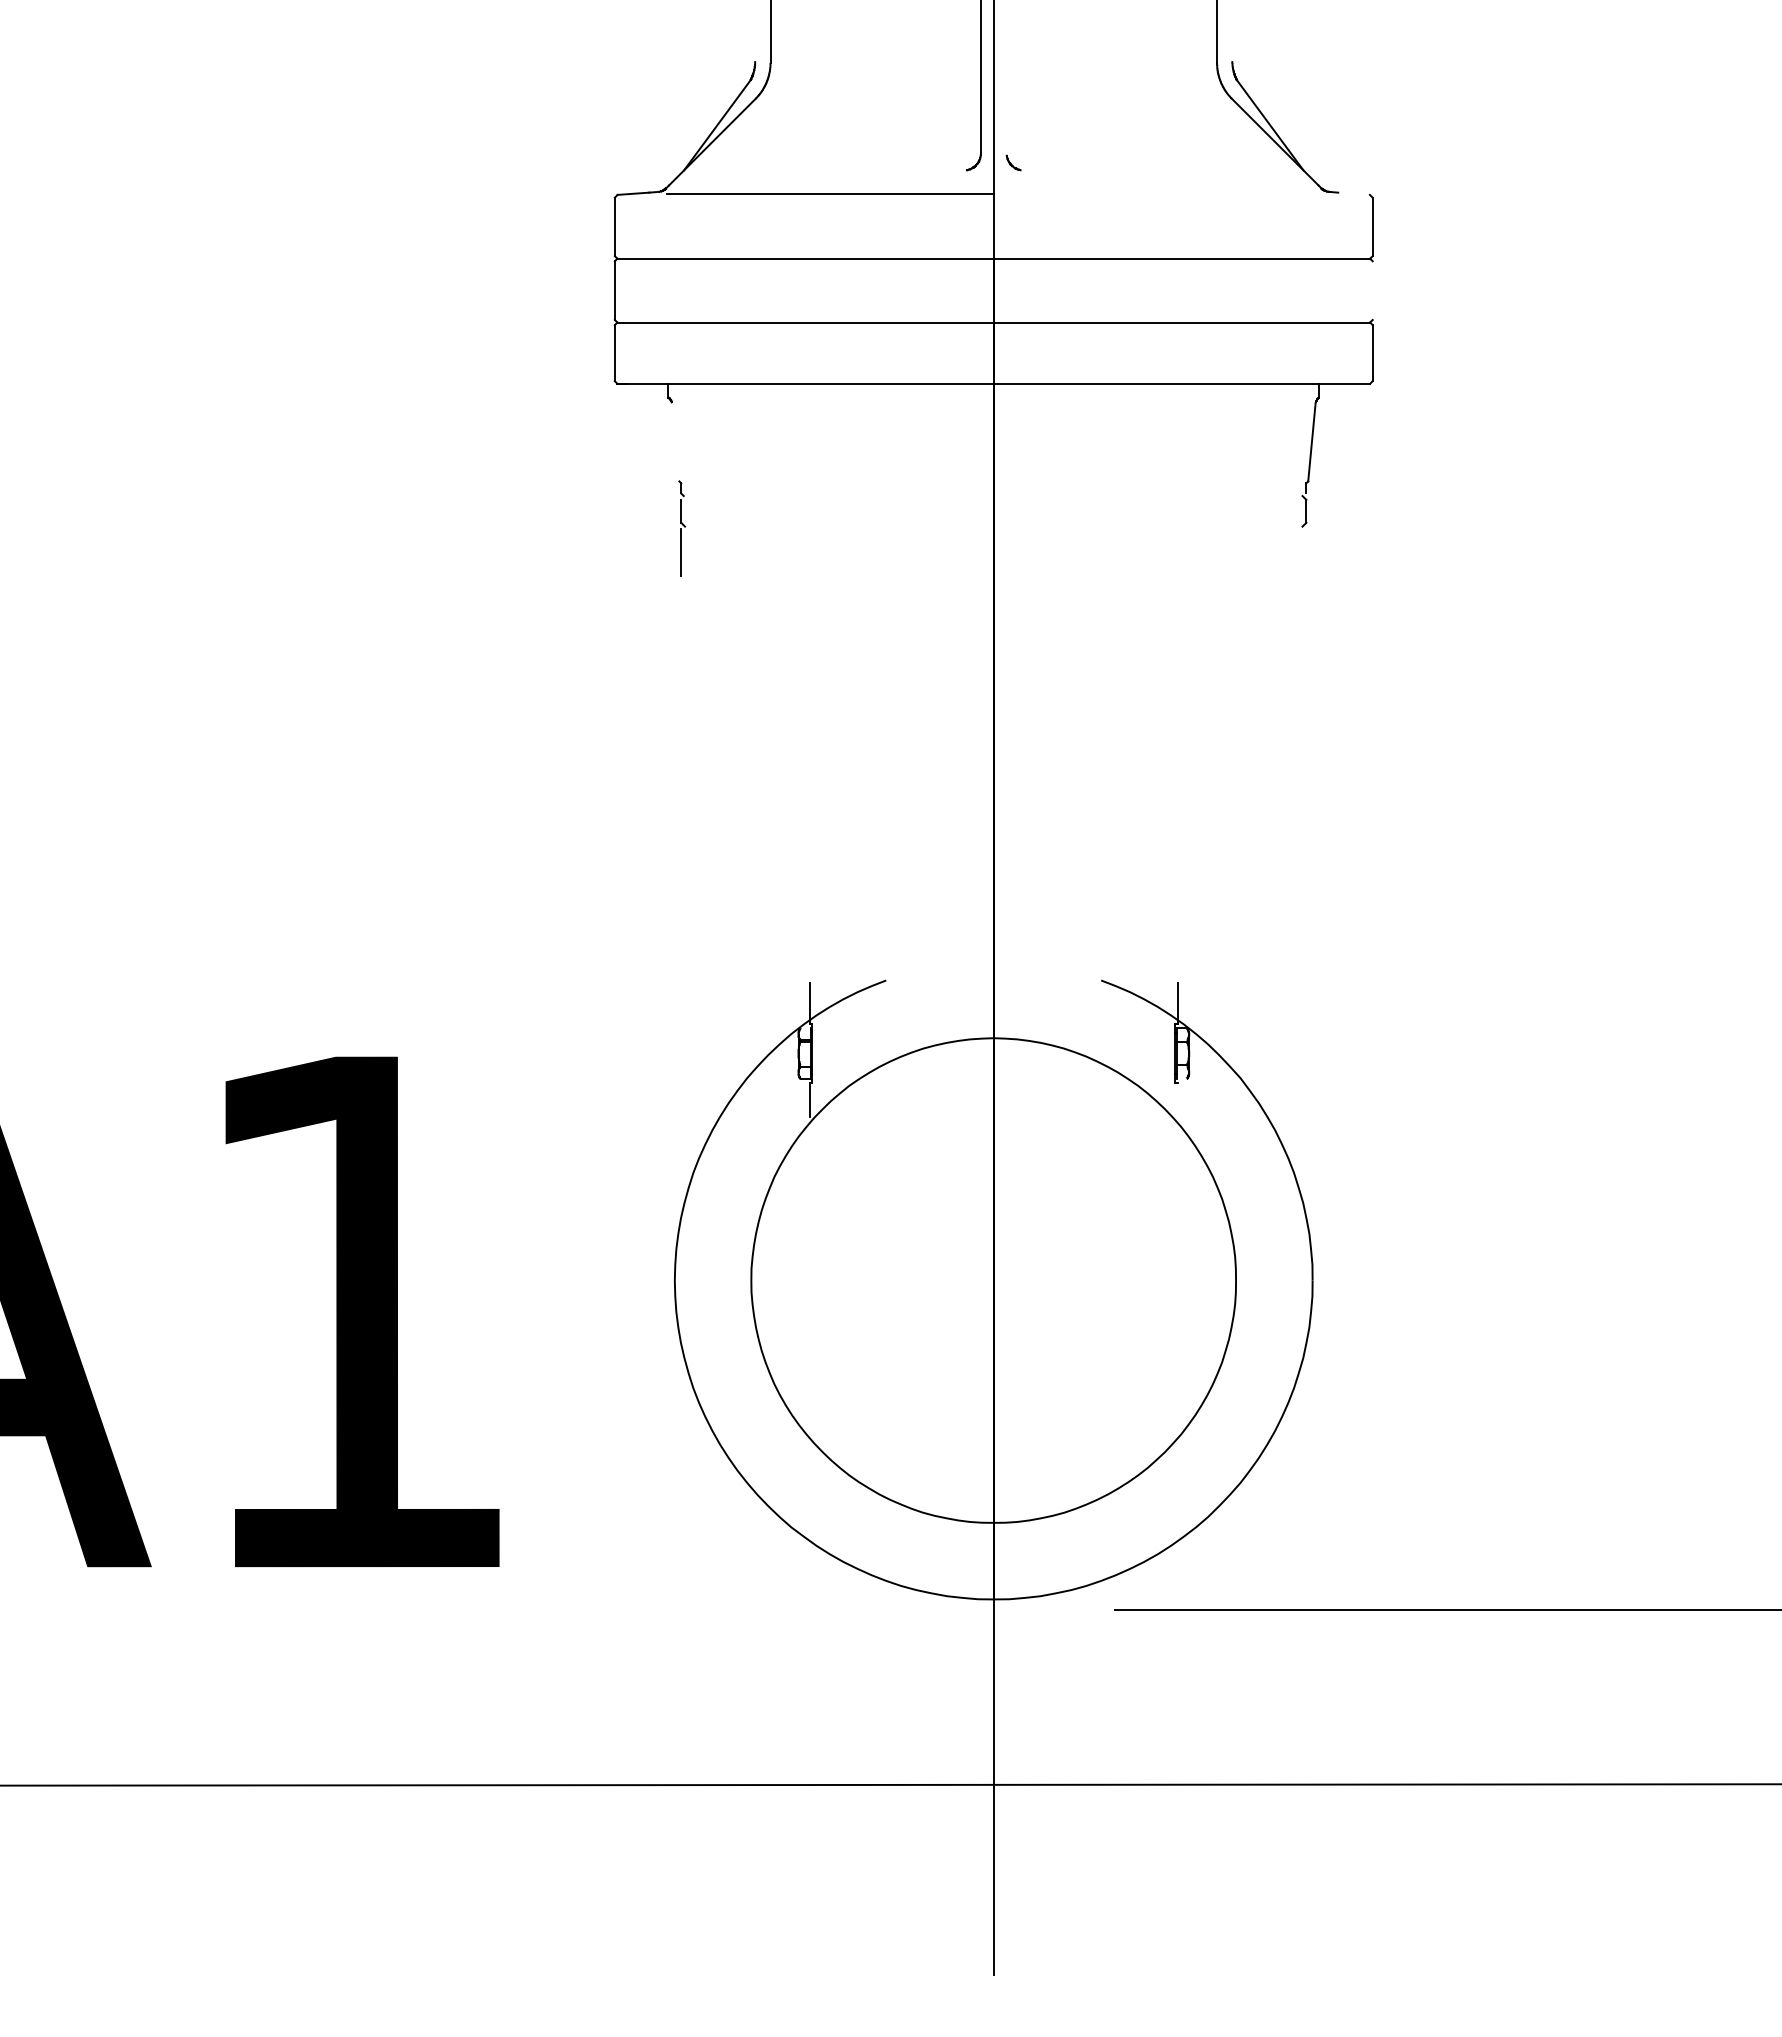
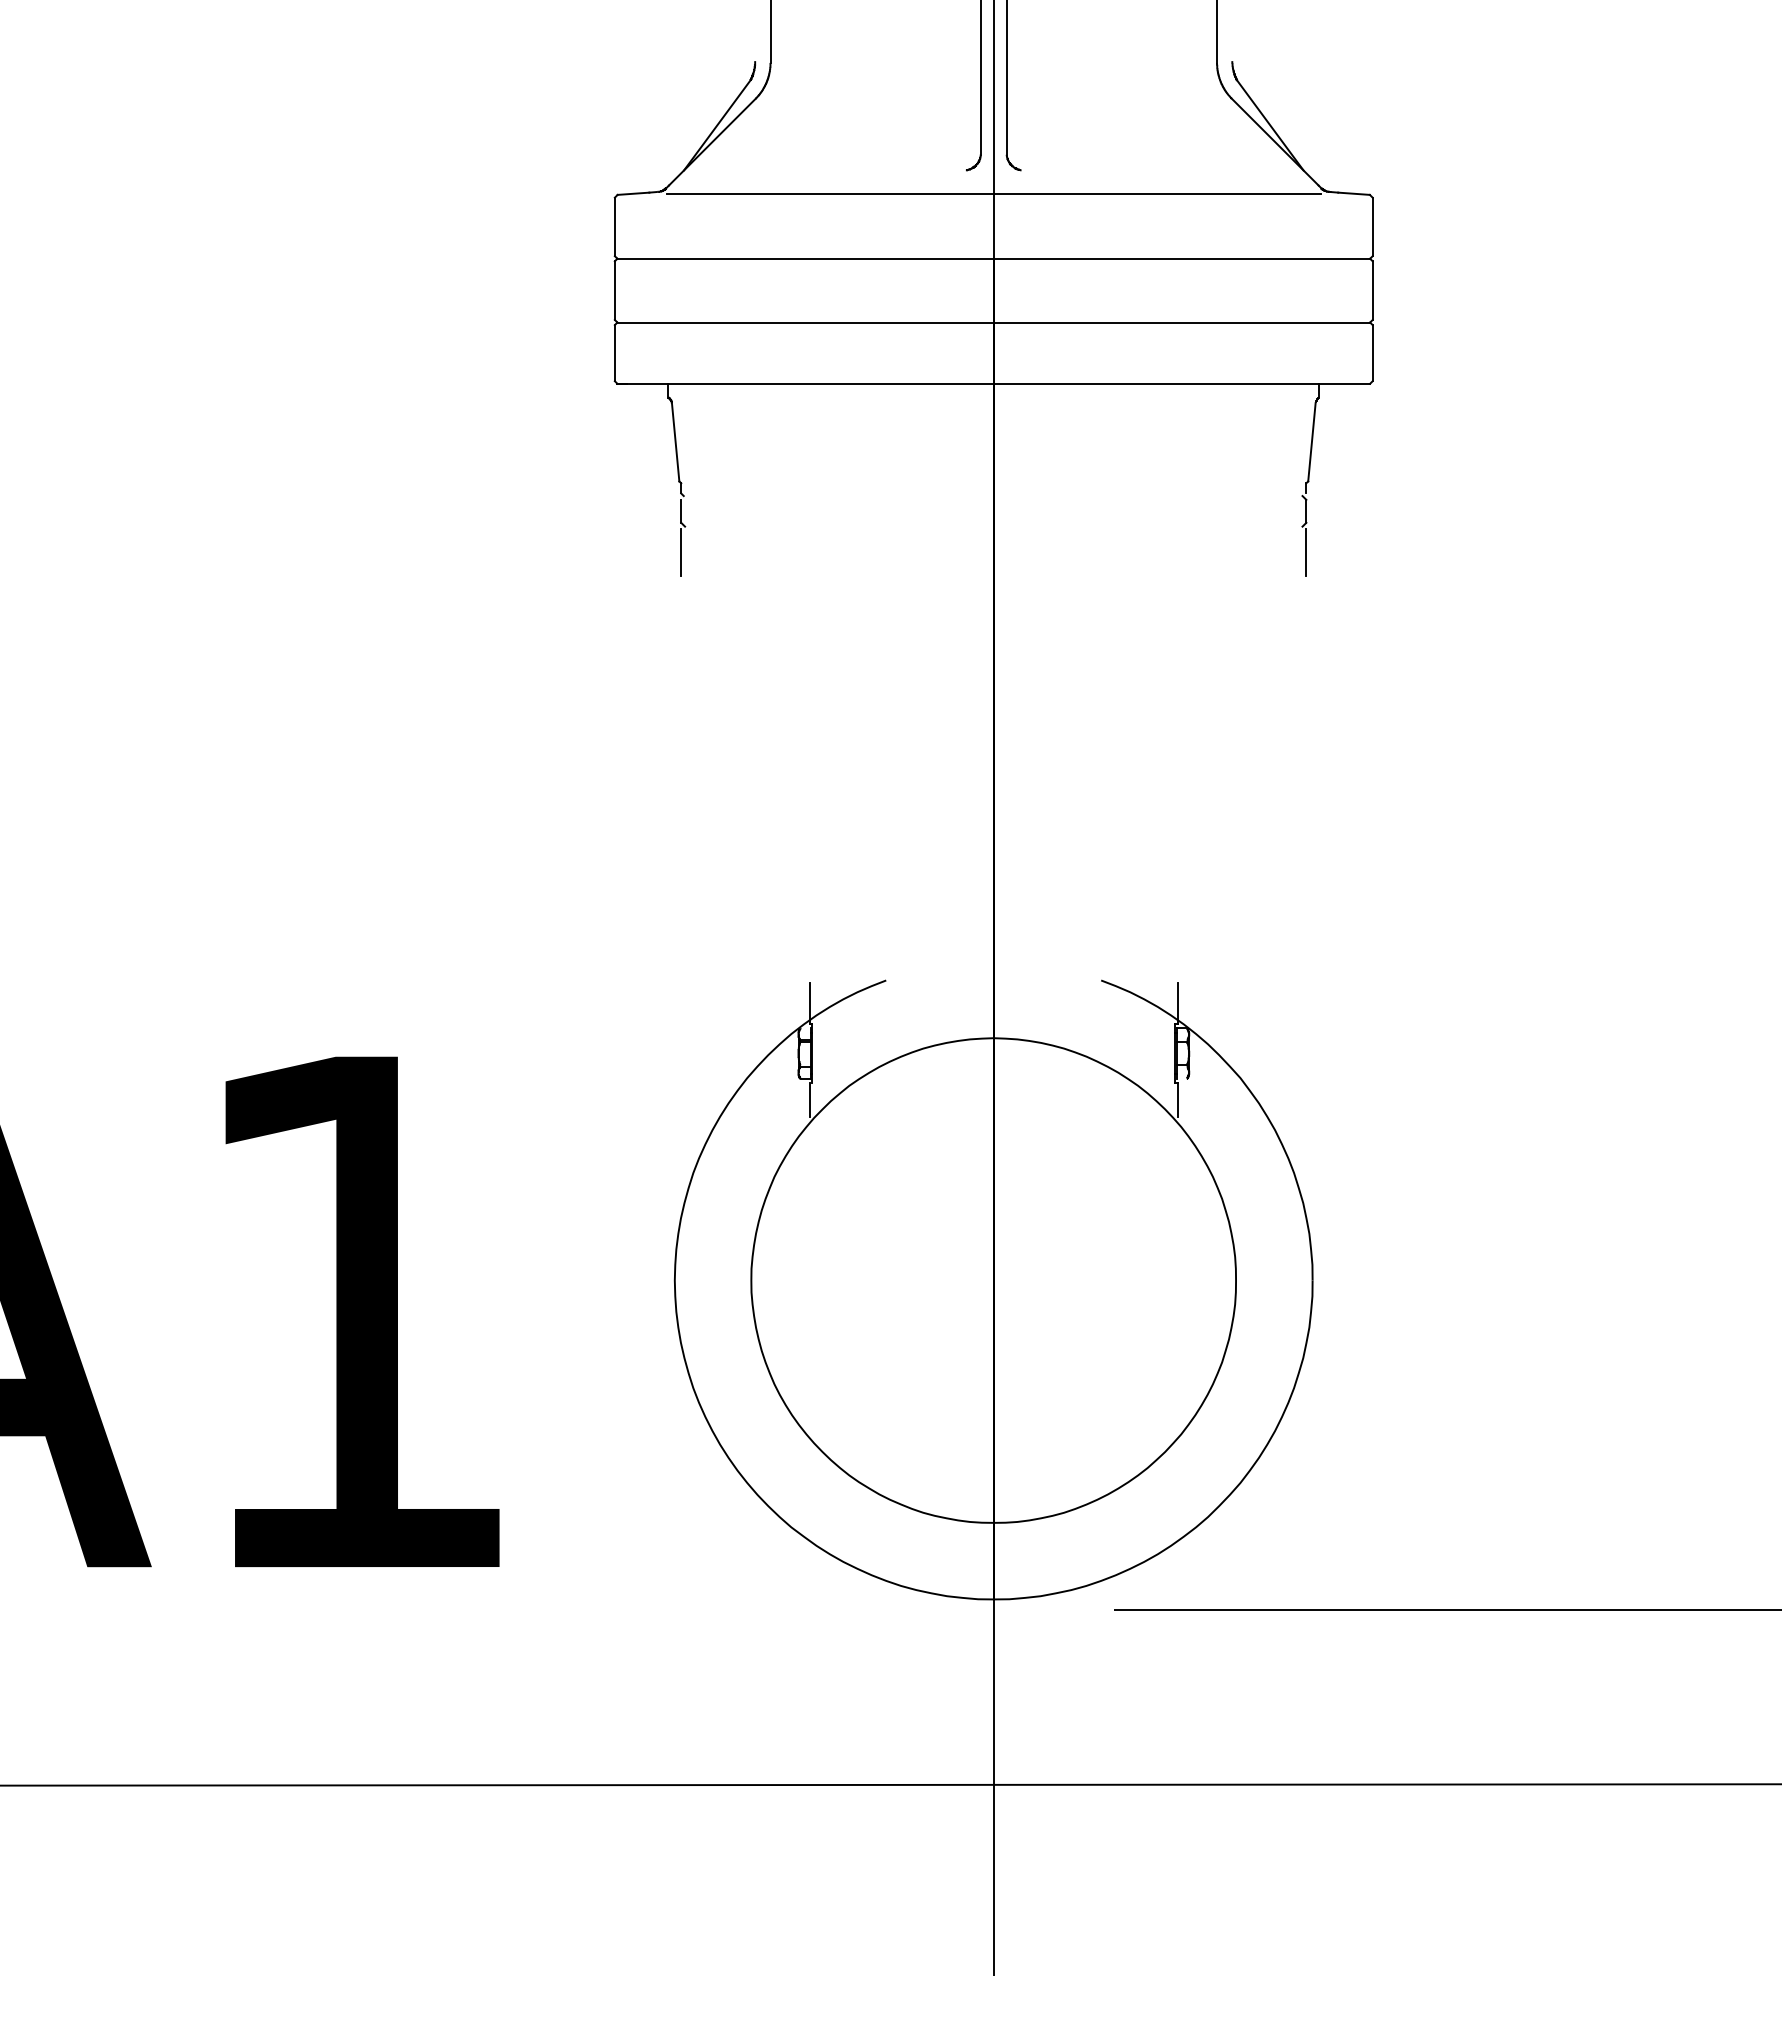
line at (1006, 78): none -> present
line at (1353, 193): none -> present
line at (1156, 194): none -> present
line at (1372, 290): none -> present
line at (675, 442): none -> present
line at (1306, 552): none -> present
line at (1177, 1099): none -> present
